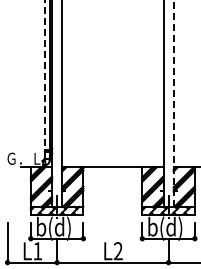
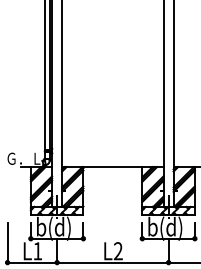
line at (45, 75): dashed -> solid
line at (173, 103): dashed -> solid
